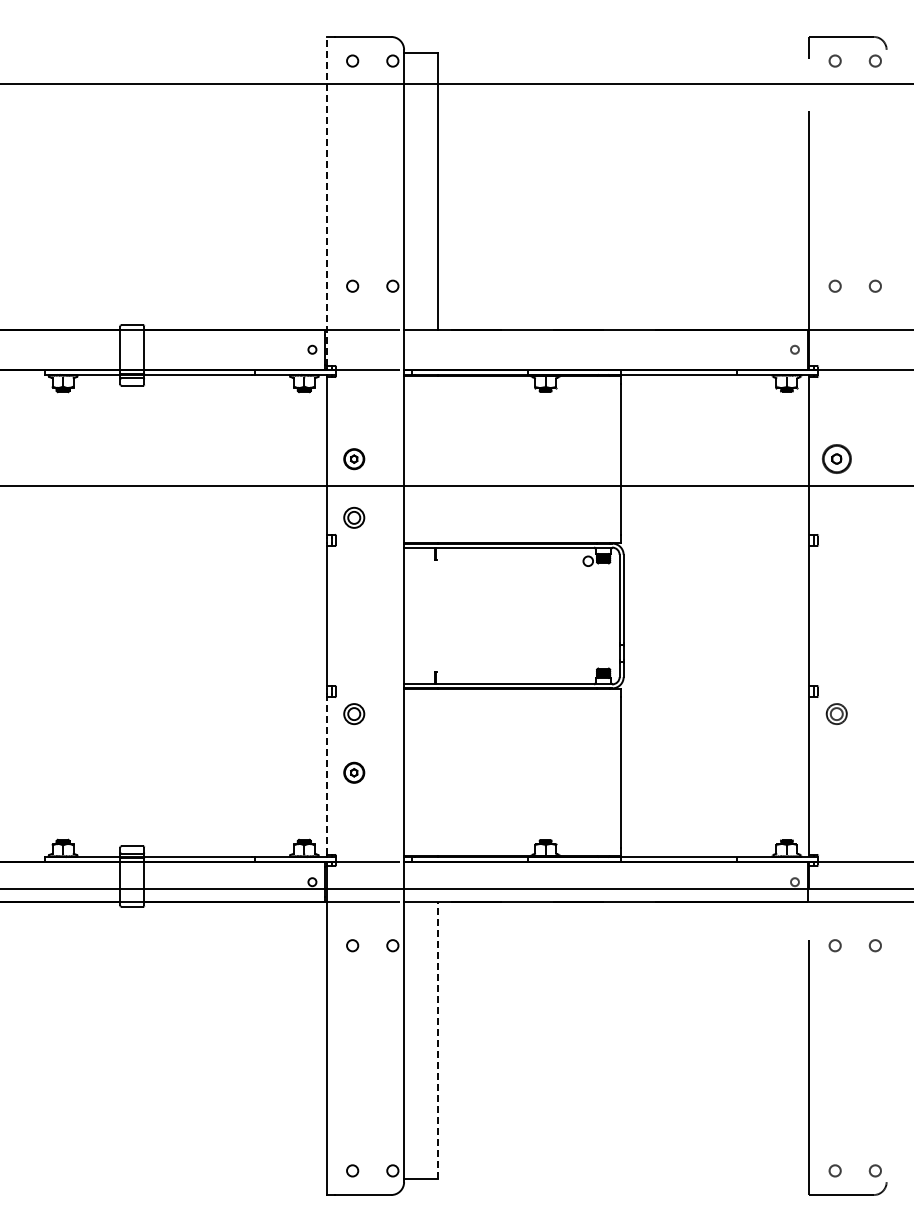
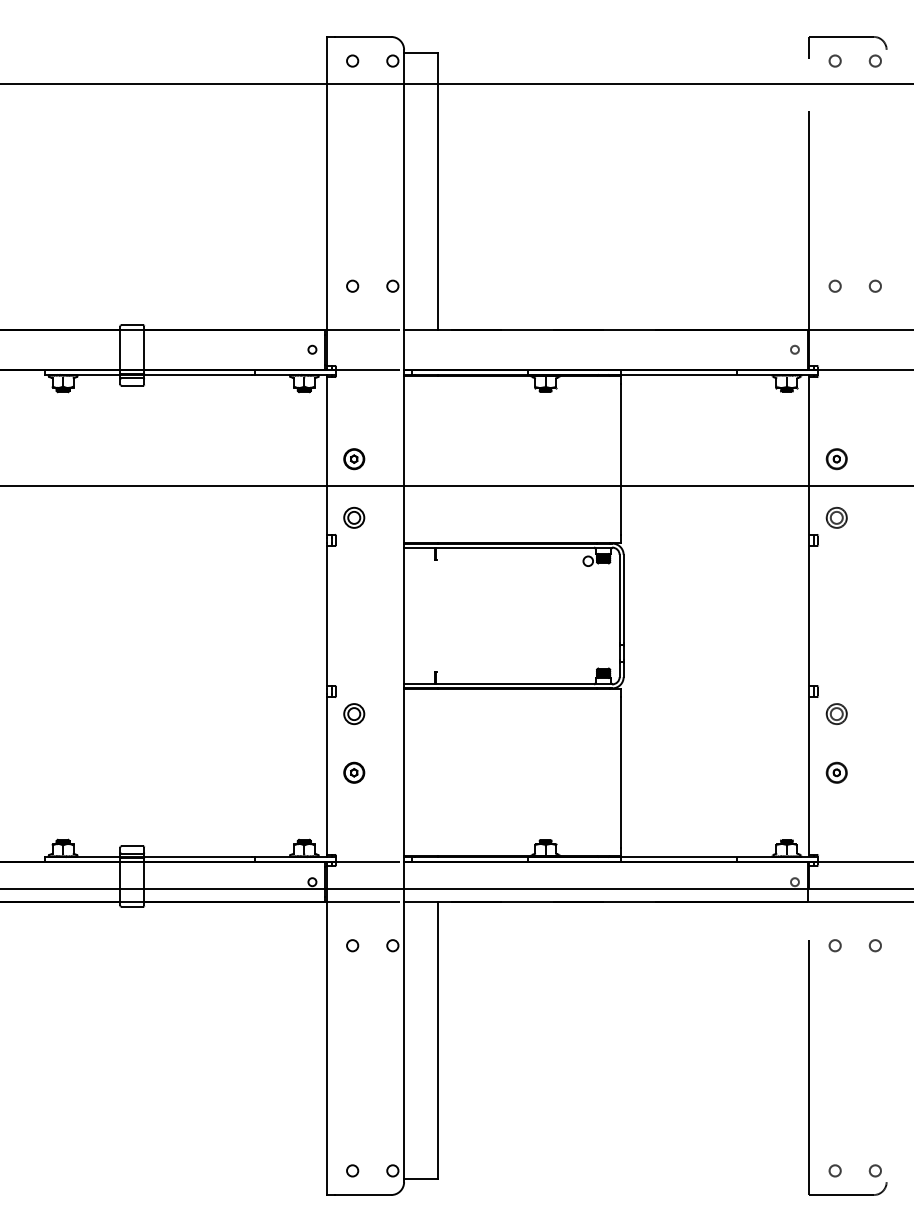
line at (326, 200): dashed -> solid
part at (836, 458) size: 30x30 px -> 23x23 px
part at (836, 517): none -> present
part at (836, 772): none -> present
line at (326, 776): dashed -> solid
line at (437, 1040): dashed -> solid
